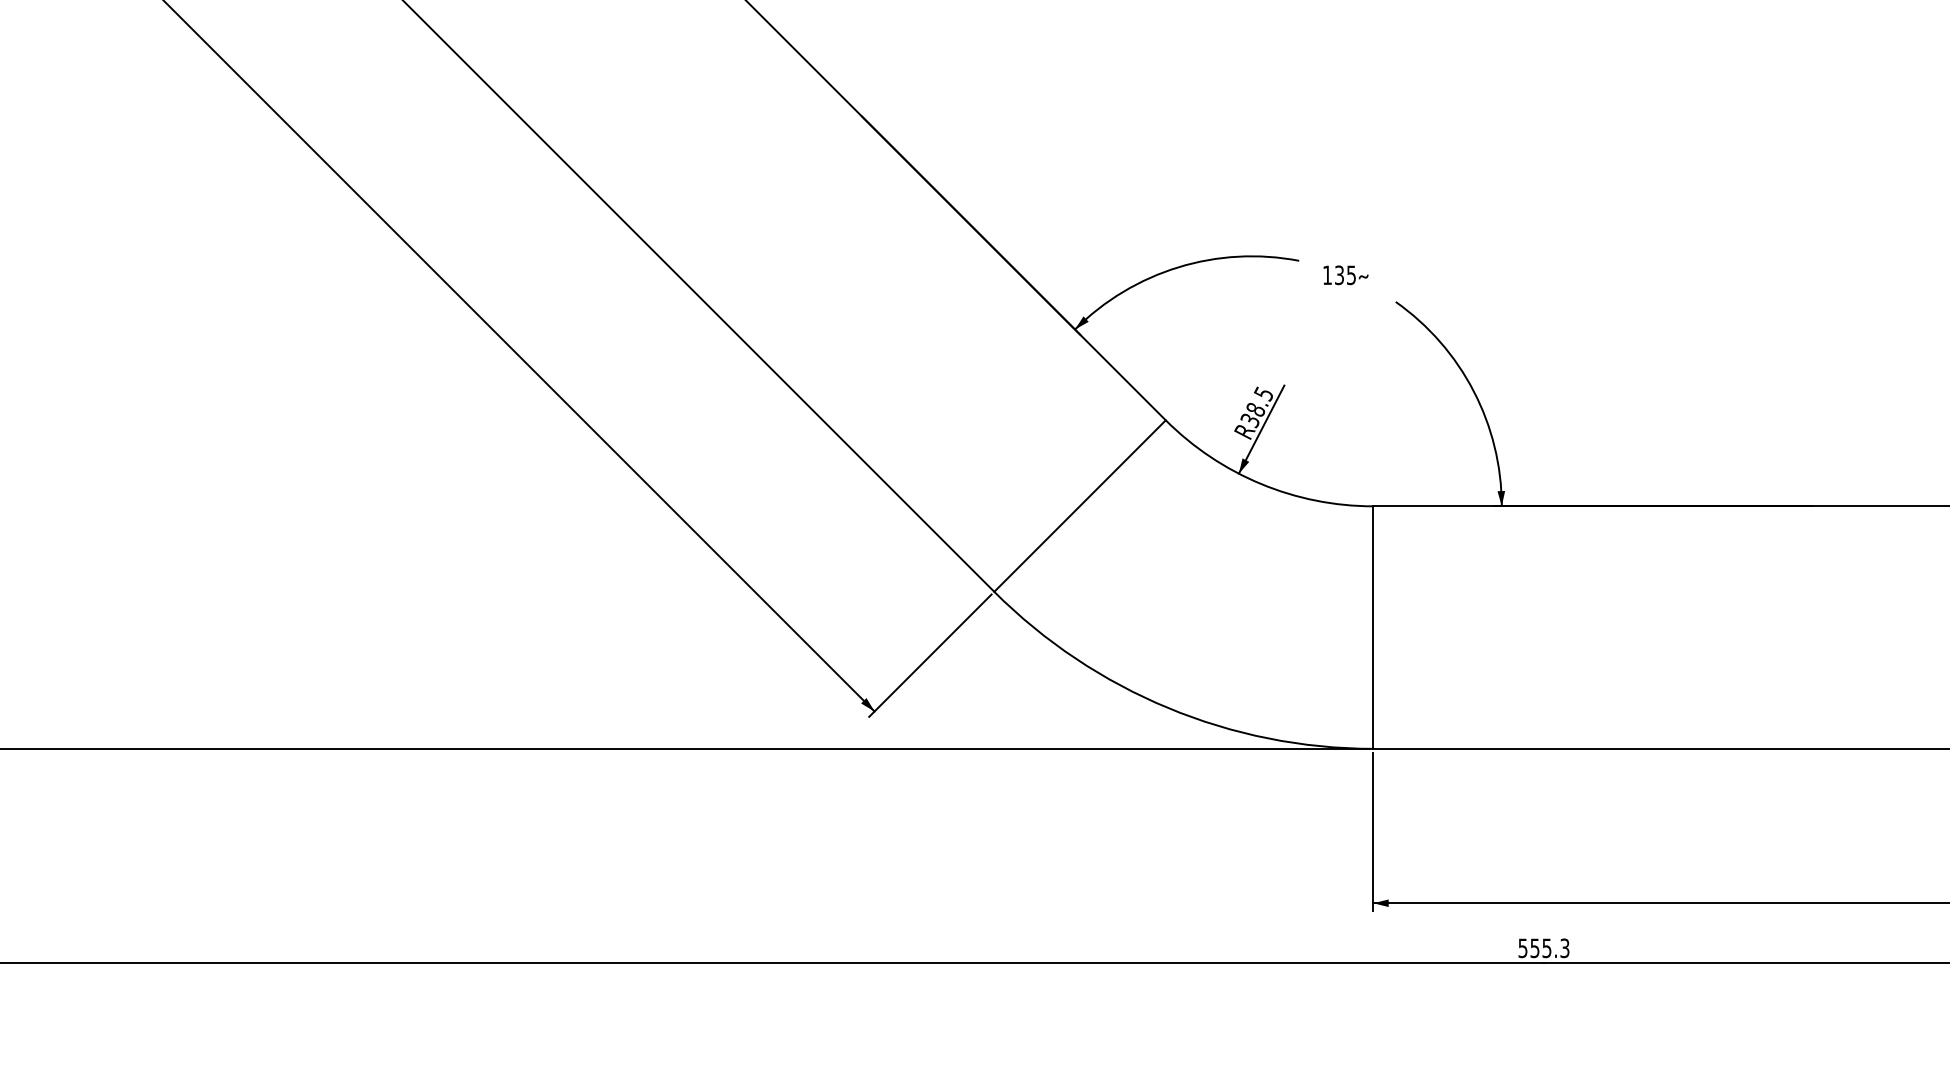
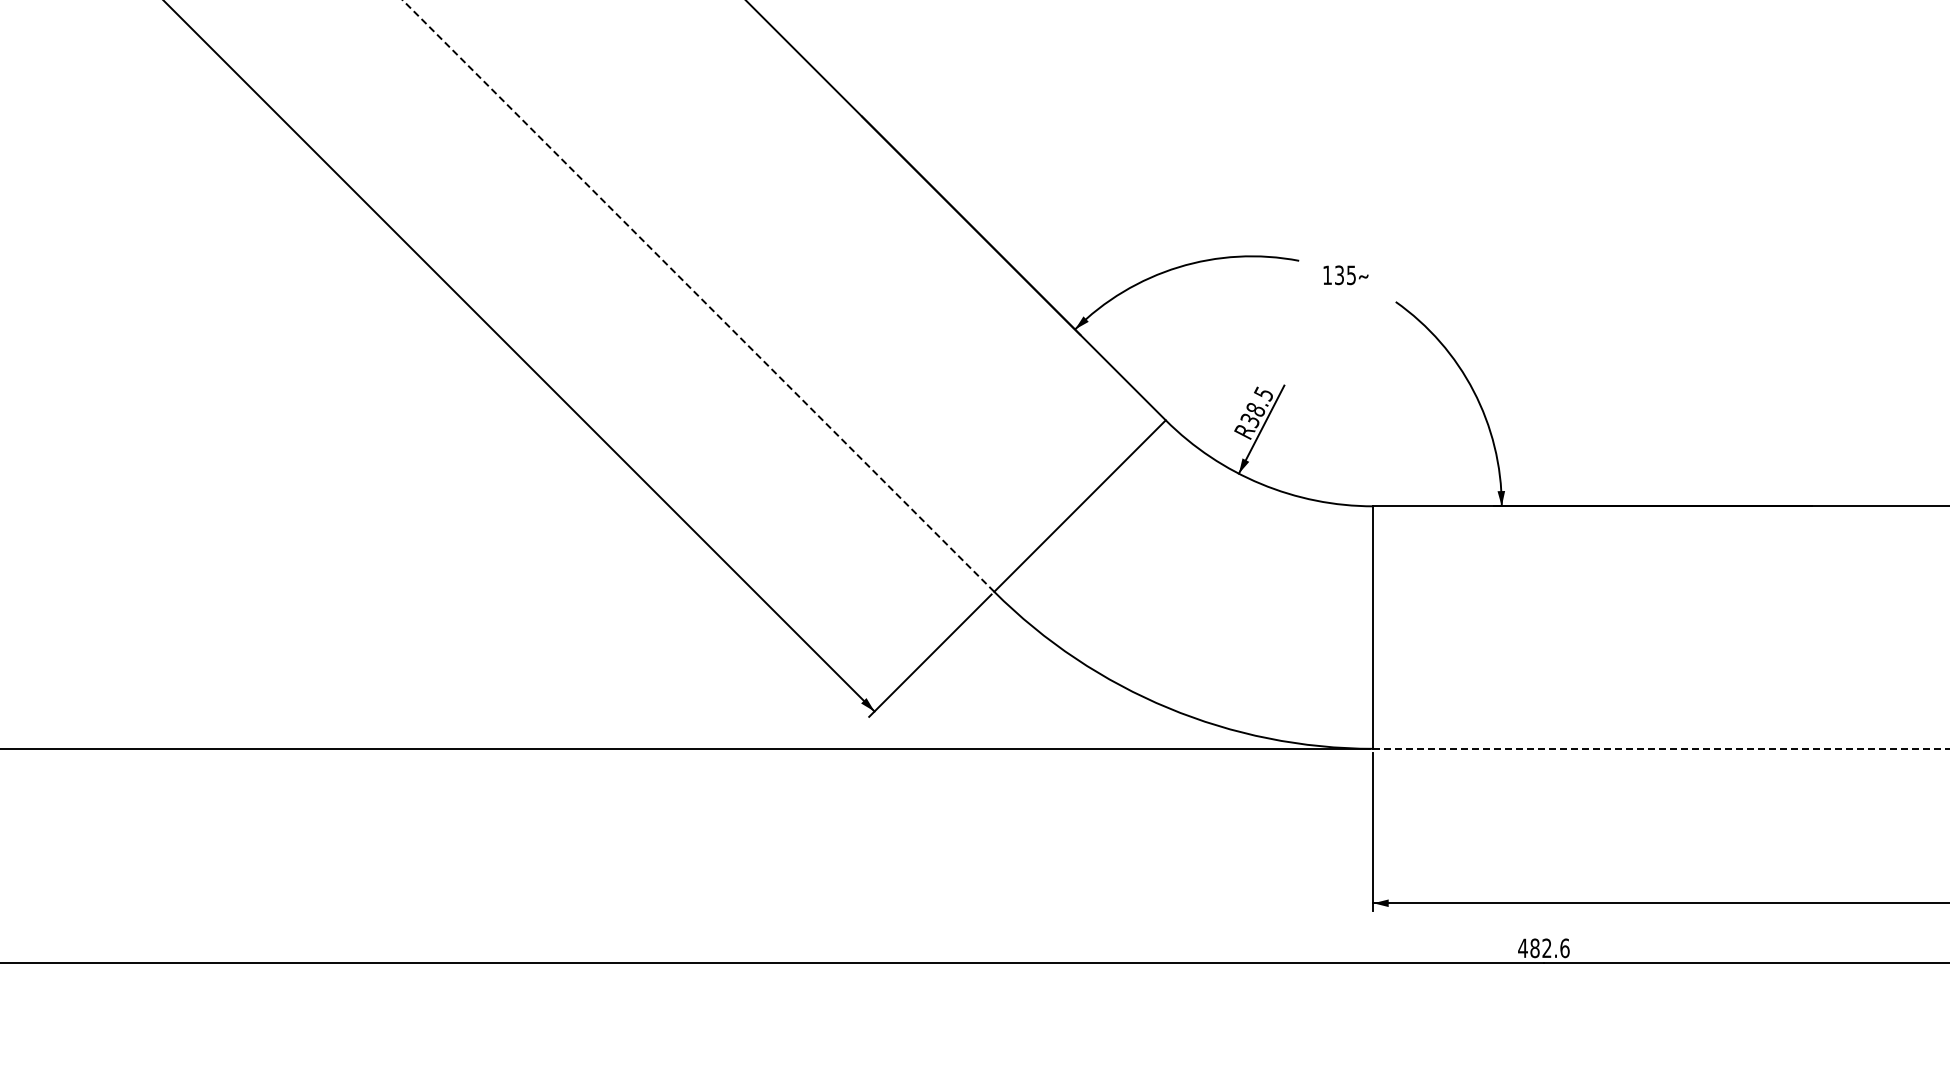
line at (698, 295): solid -> dashed
line at (1661, 748): solid -> dashed
text at (1543, 948): 555.3 -> 482.6
